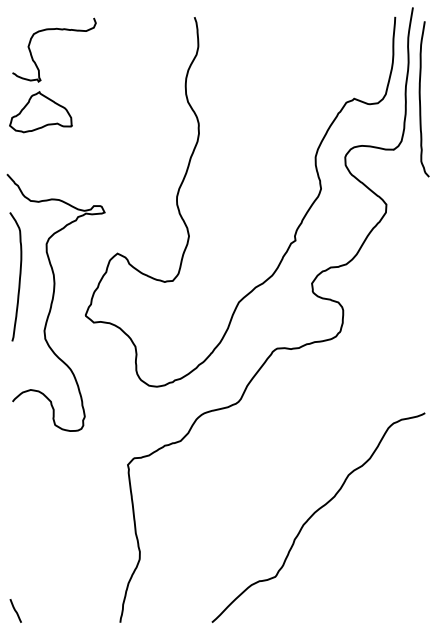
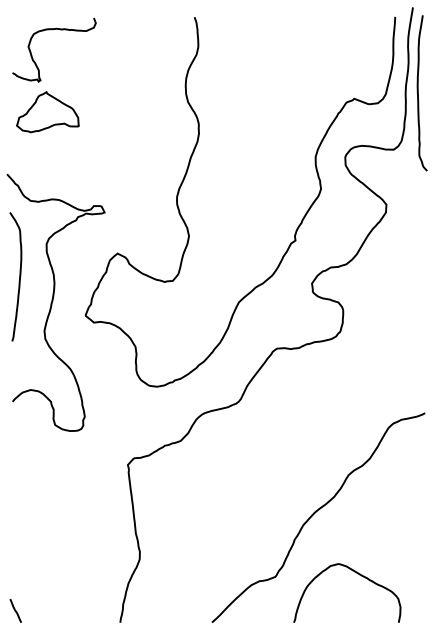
curve at (420, 99) position: (420, 99) -> (418, 93)
part at (40, 112) position: (40, 112) -> (47, 112)
curve at (357, 574): none -> present
